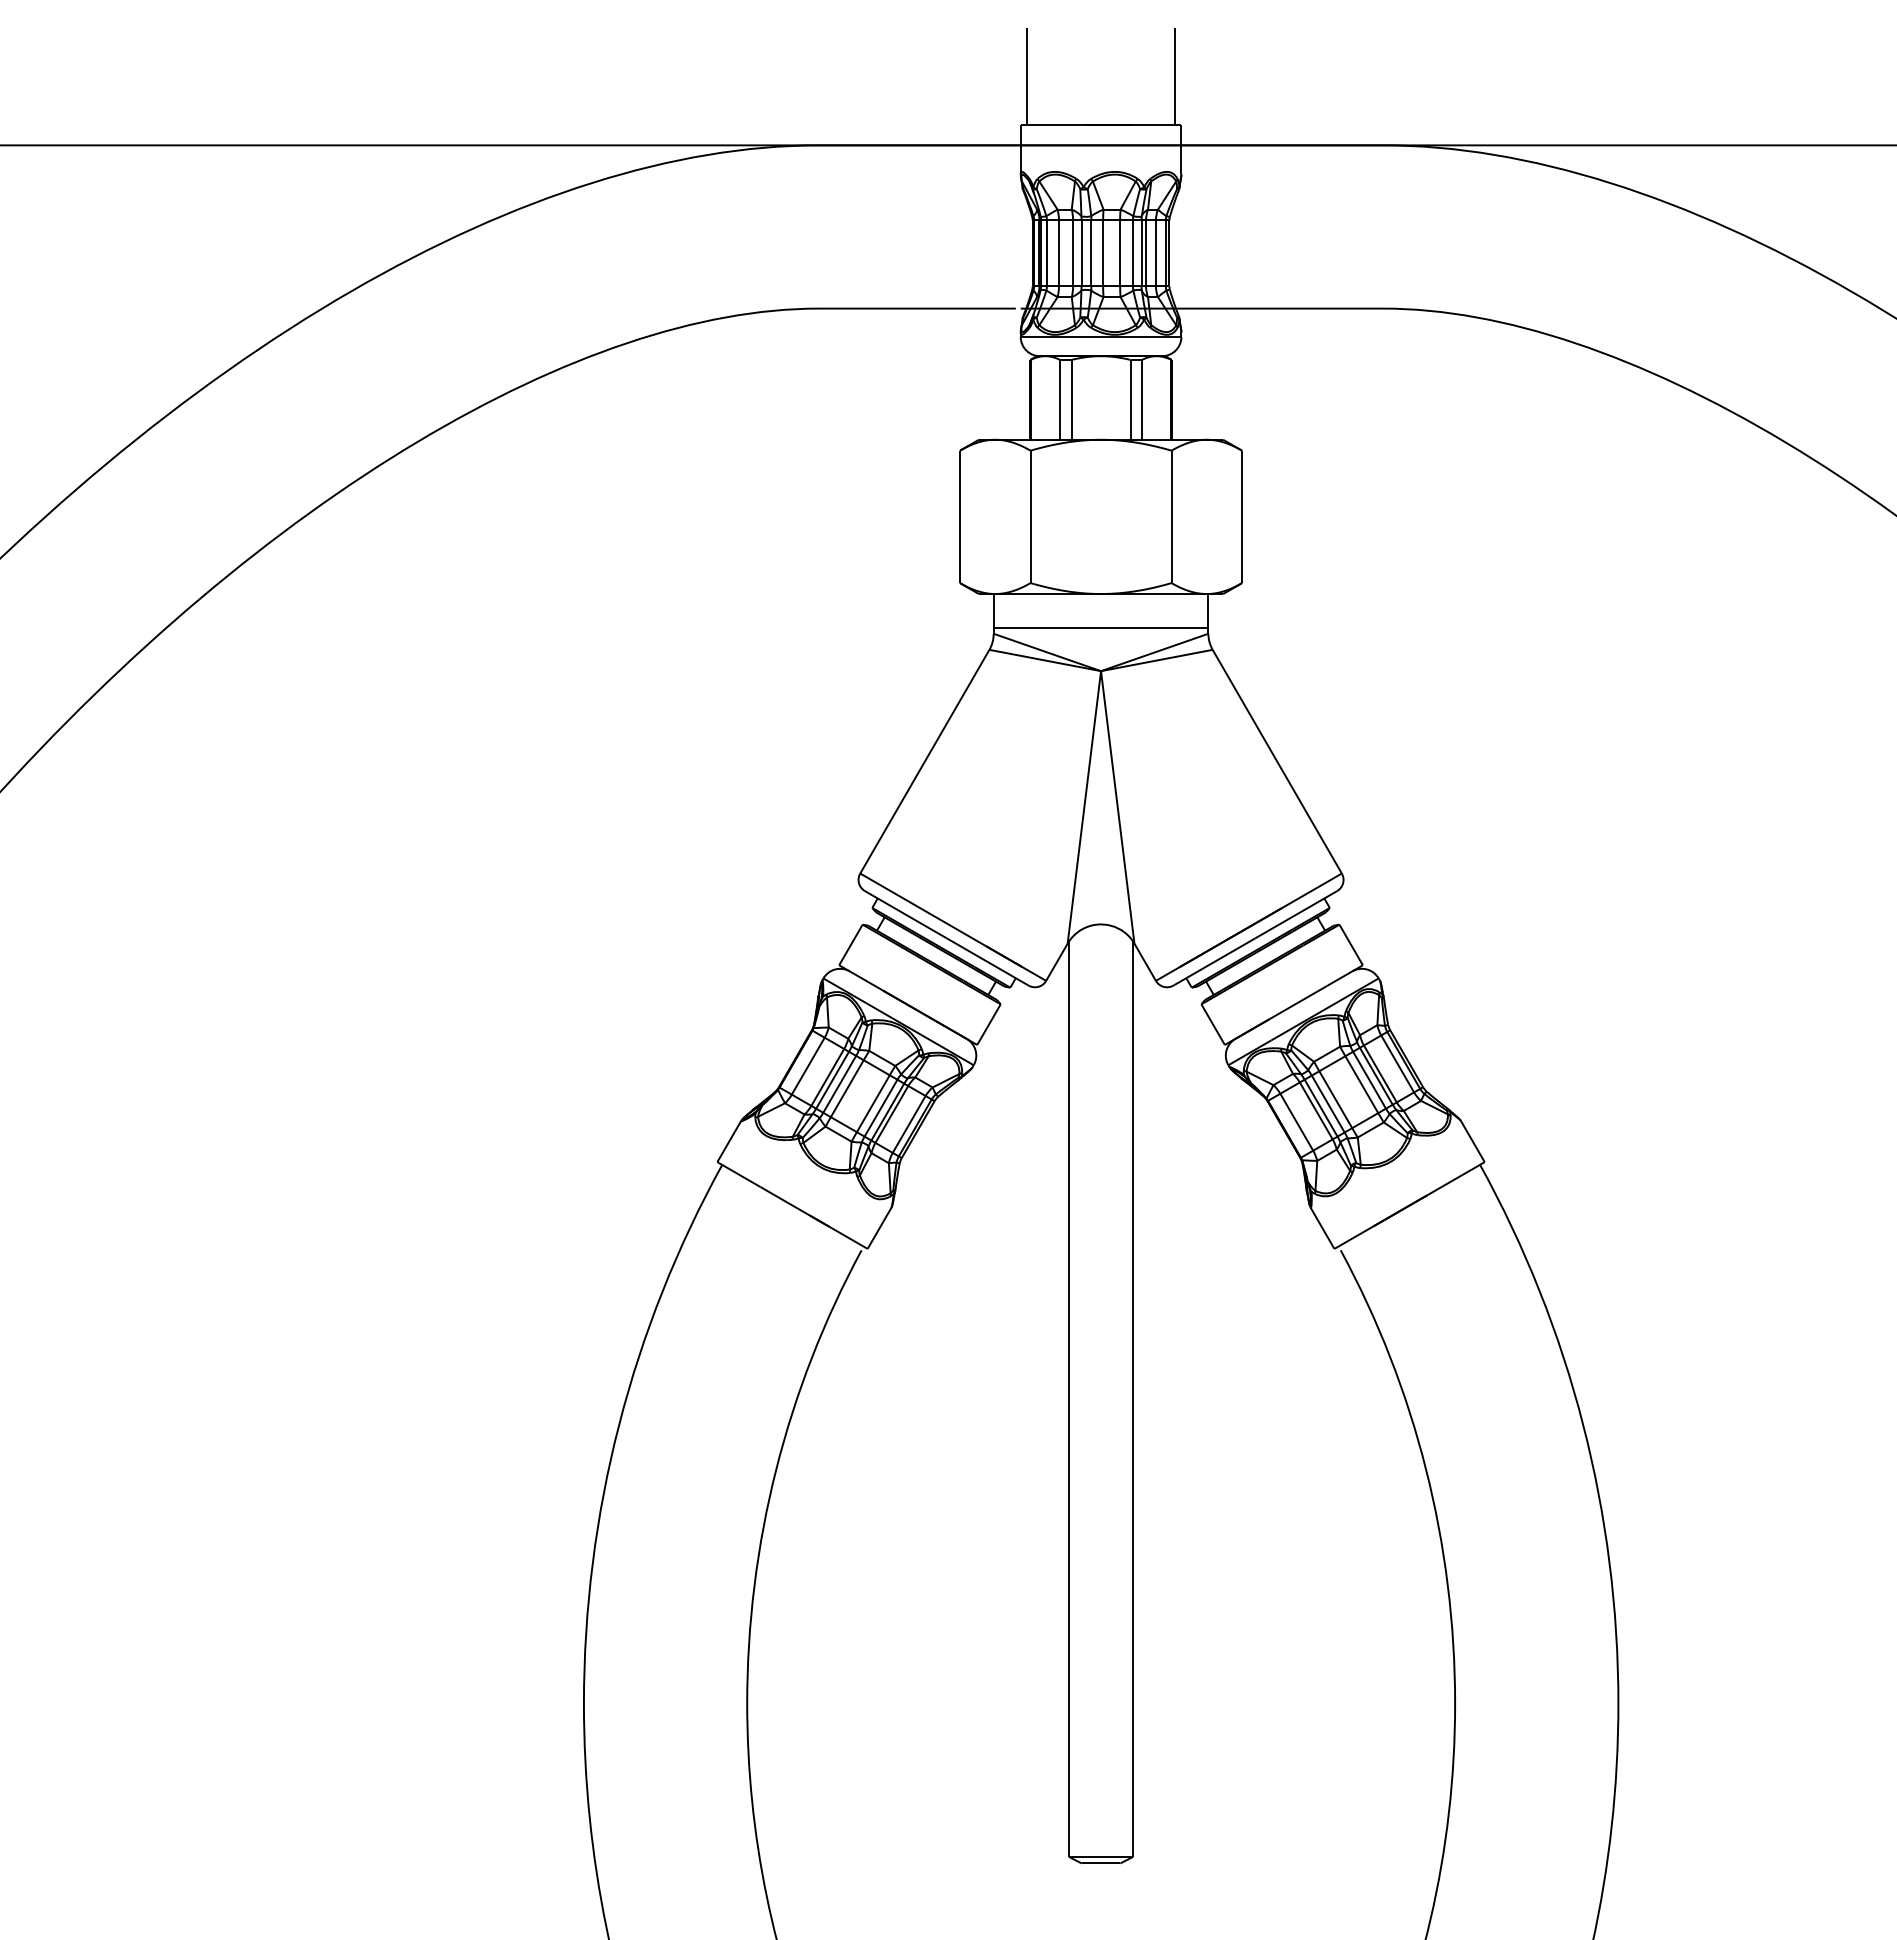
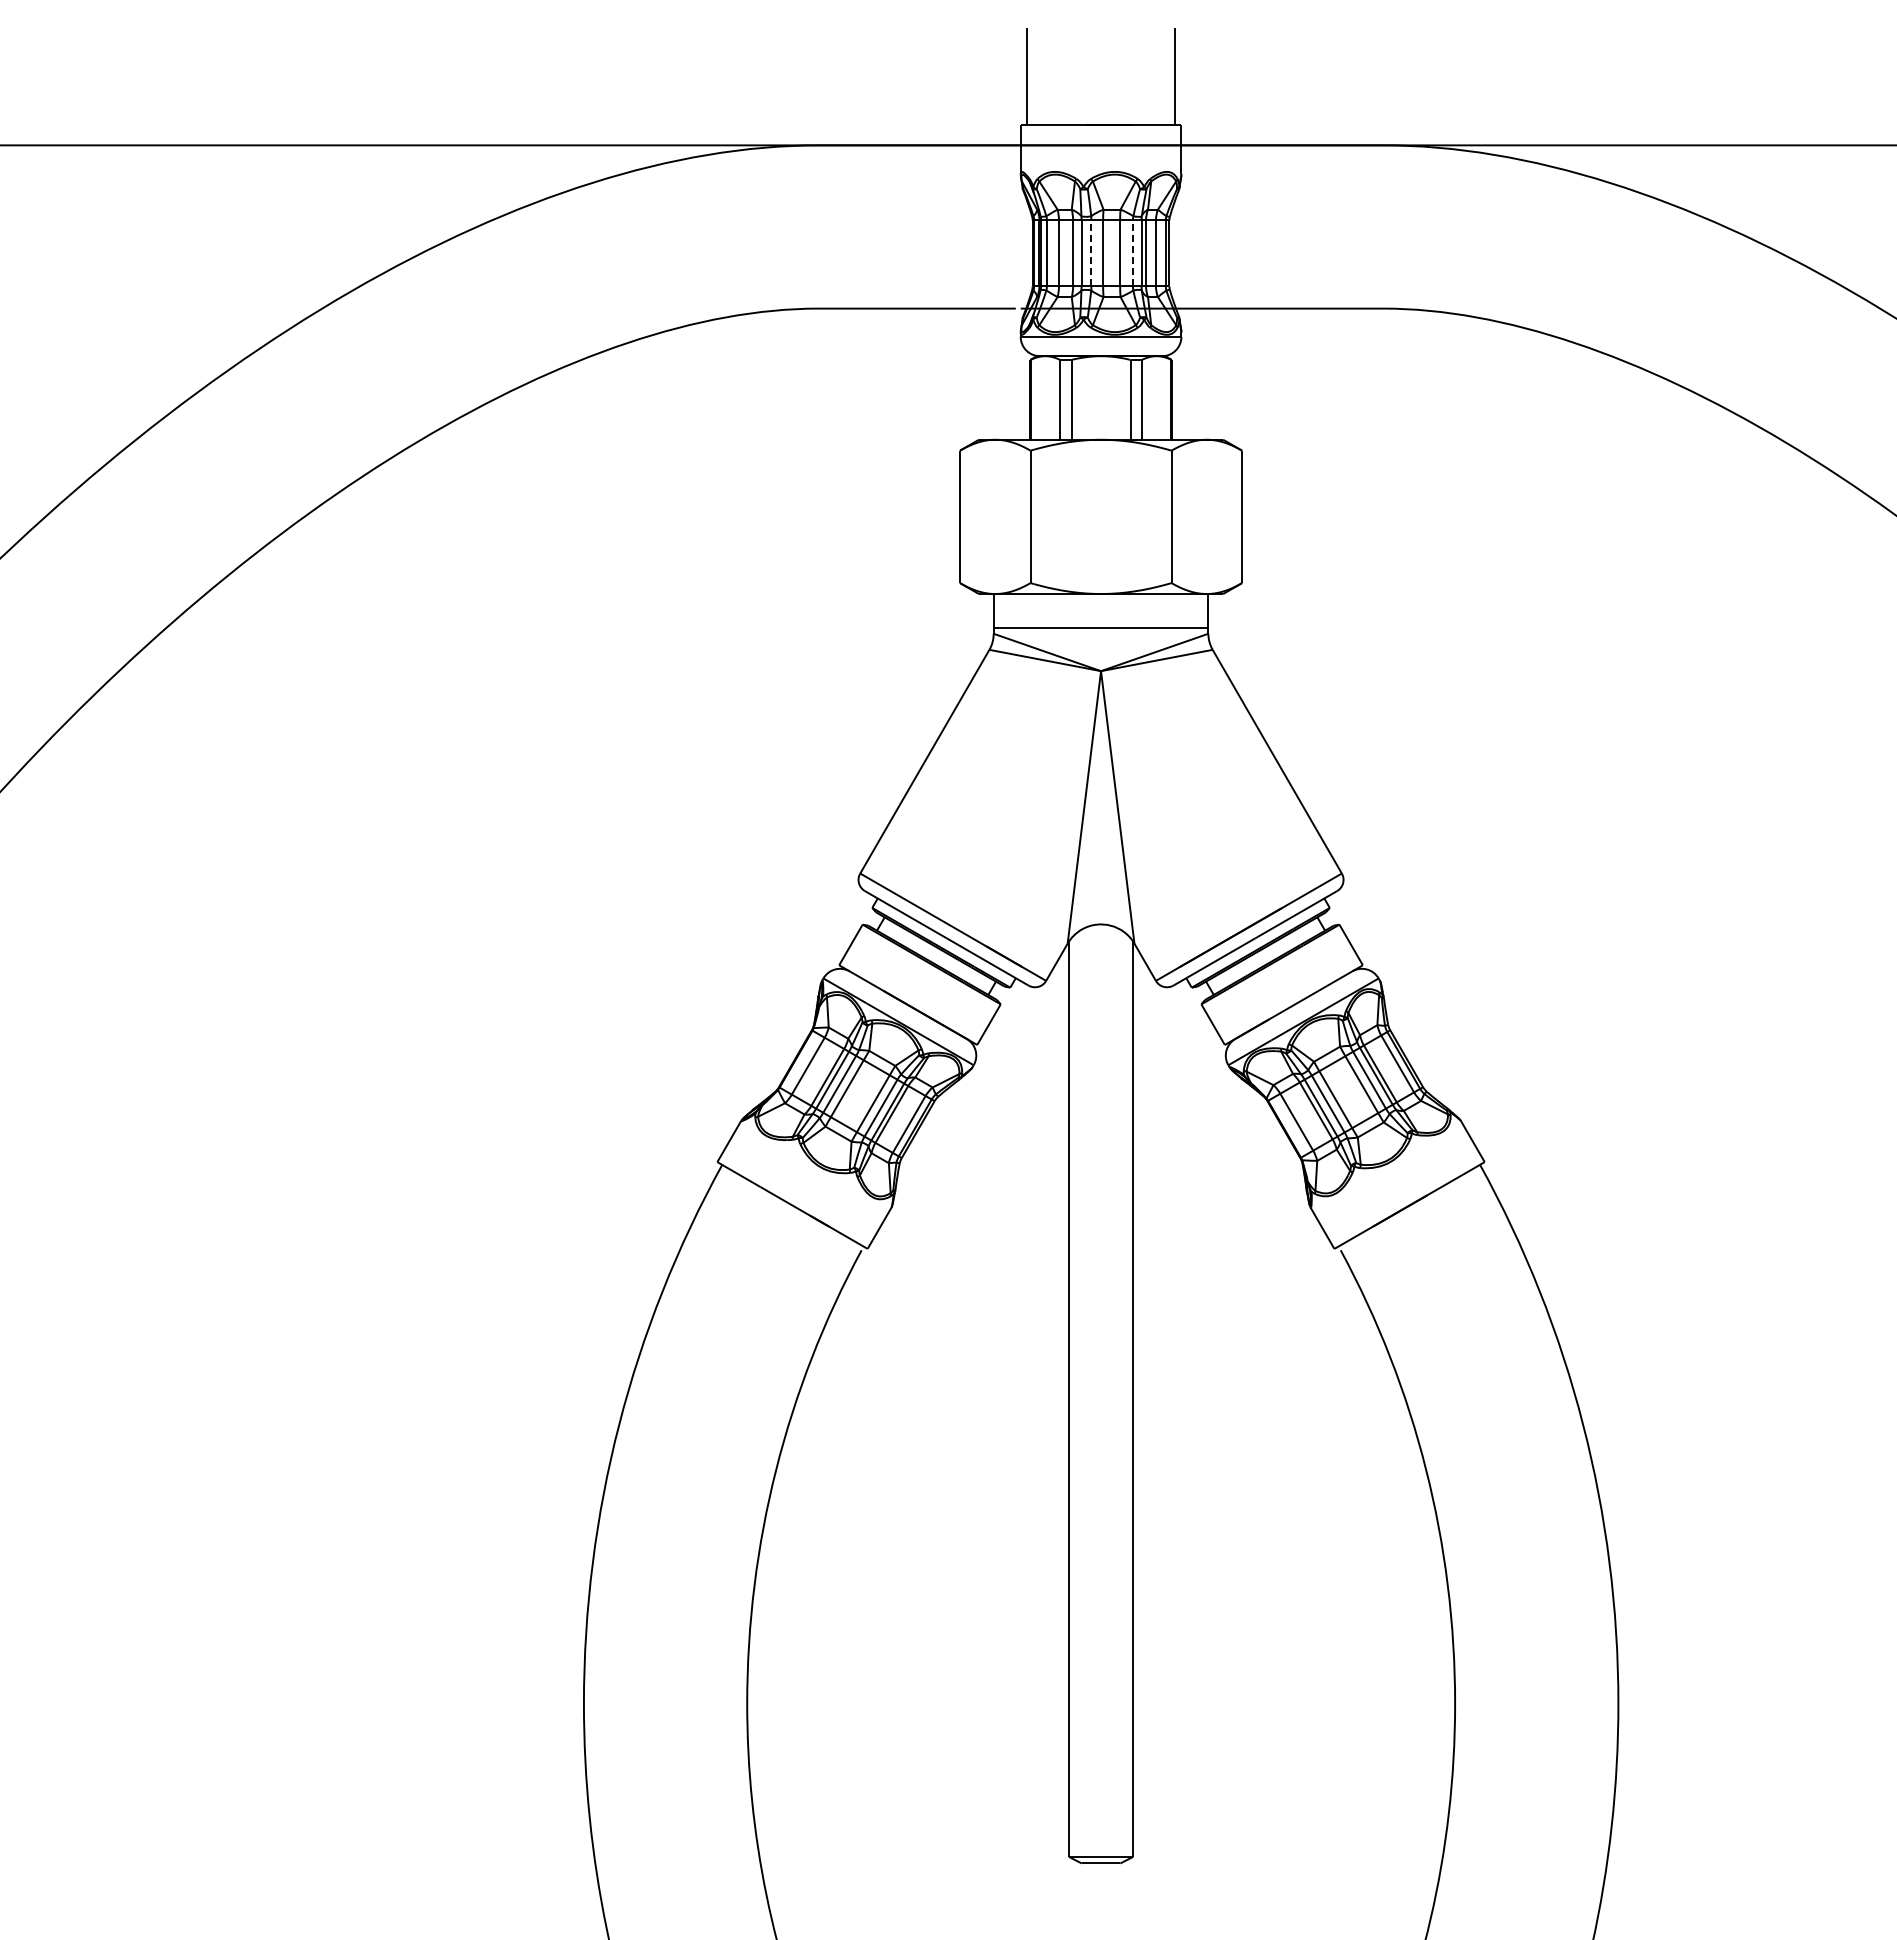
line at (1091, 253): solid -> dashed
line at (1133, 253): solid -> dashed
